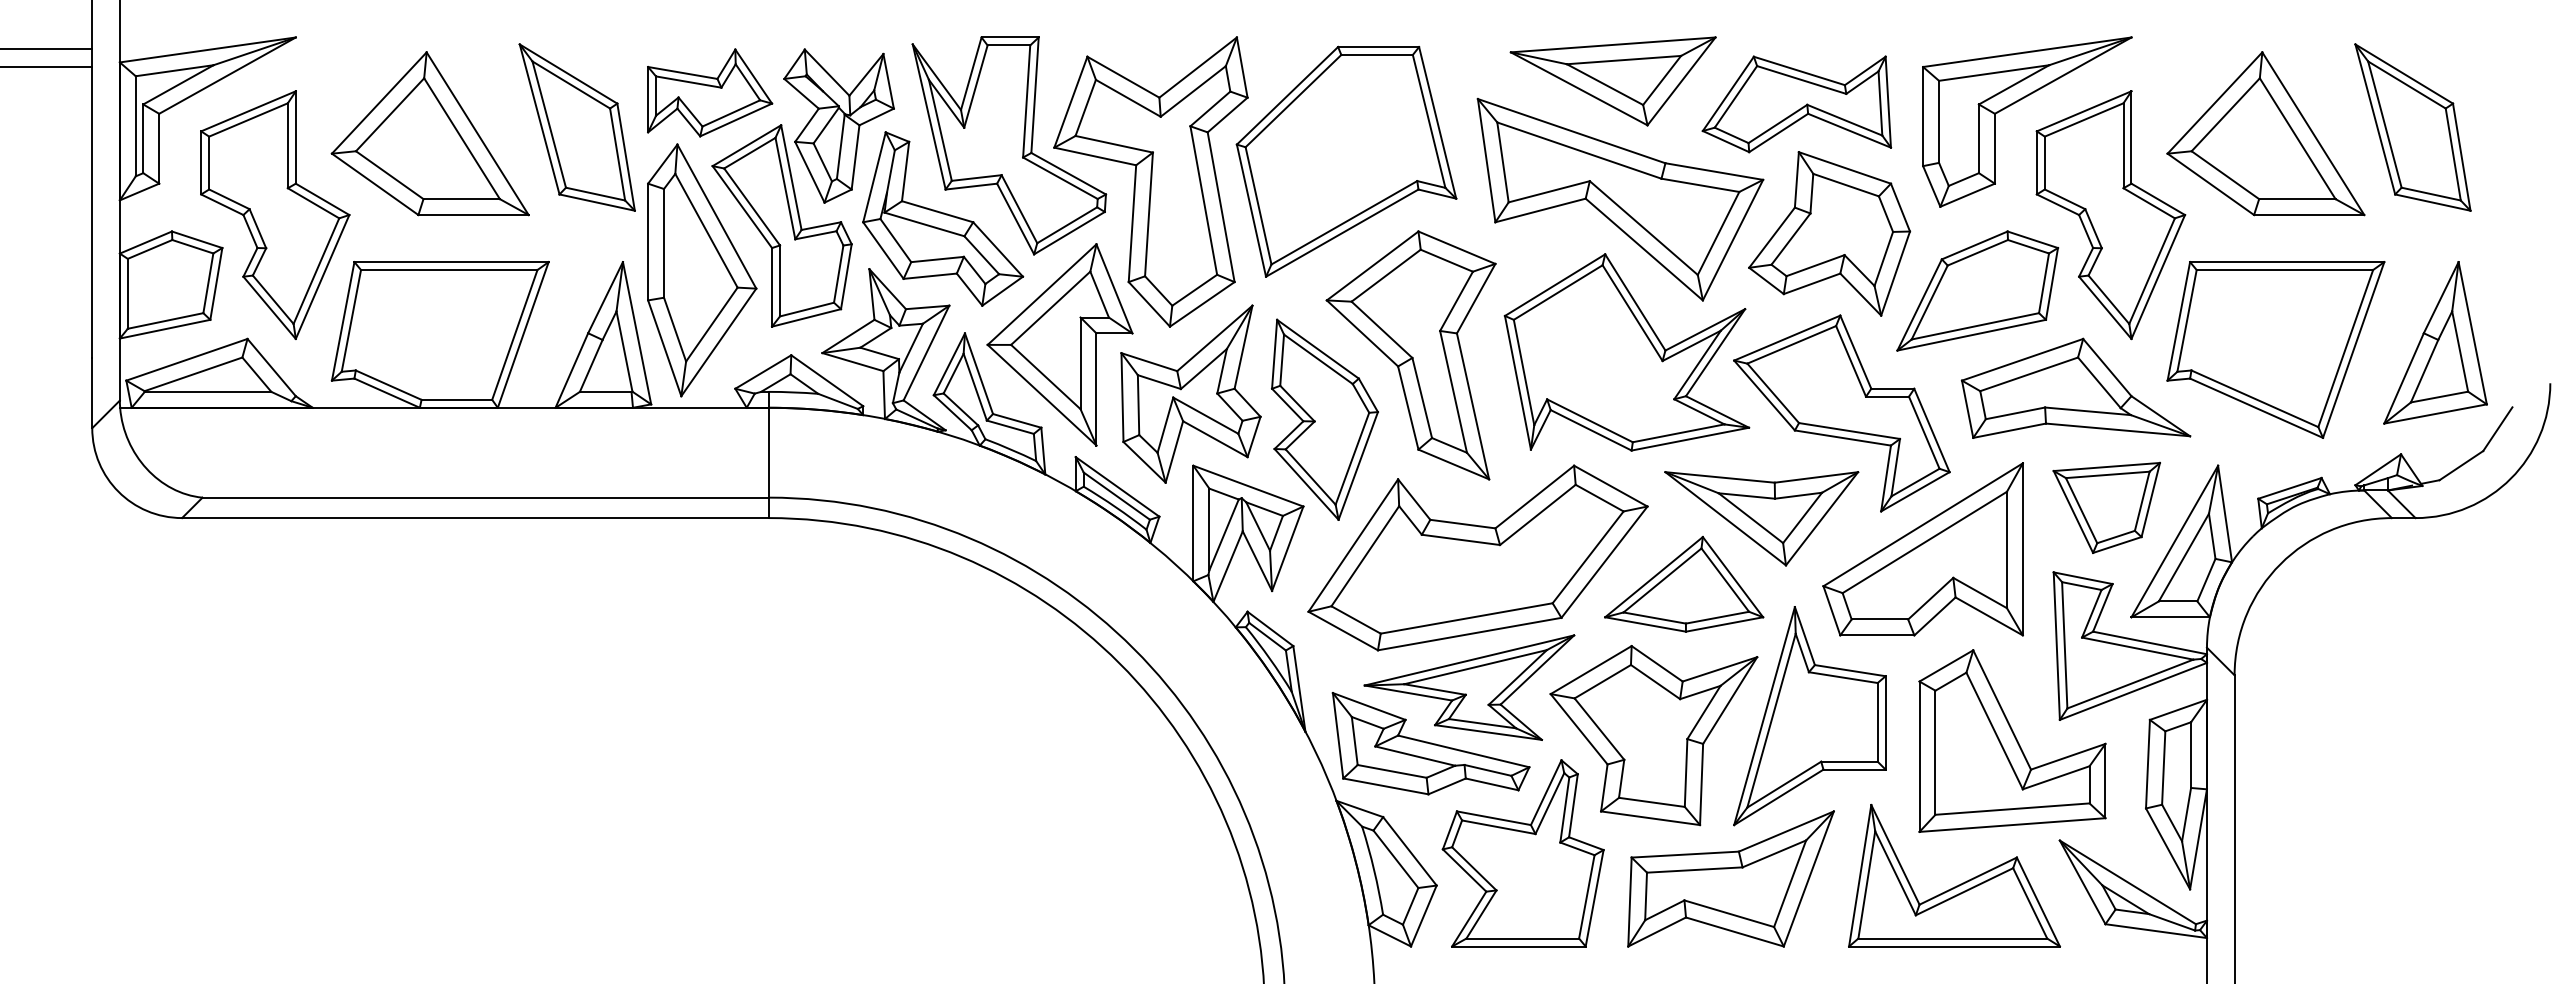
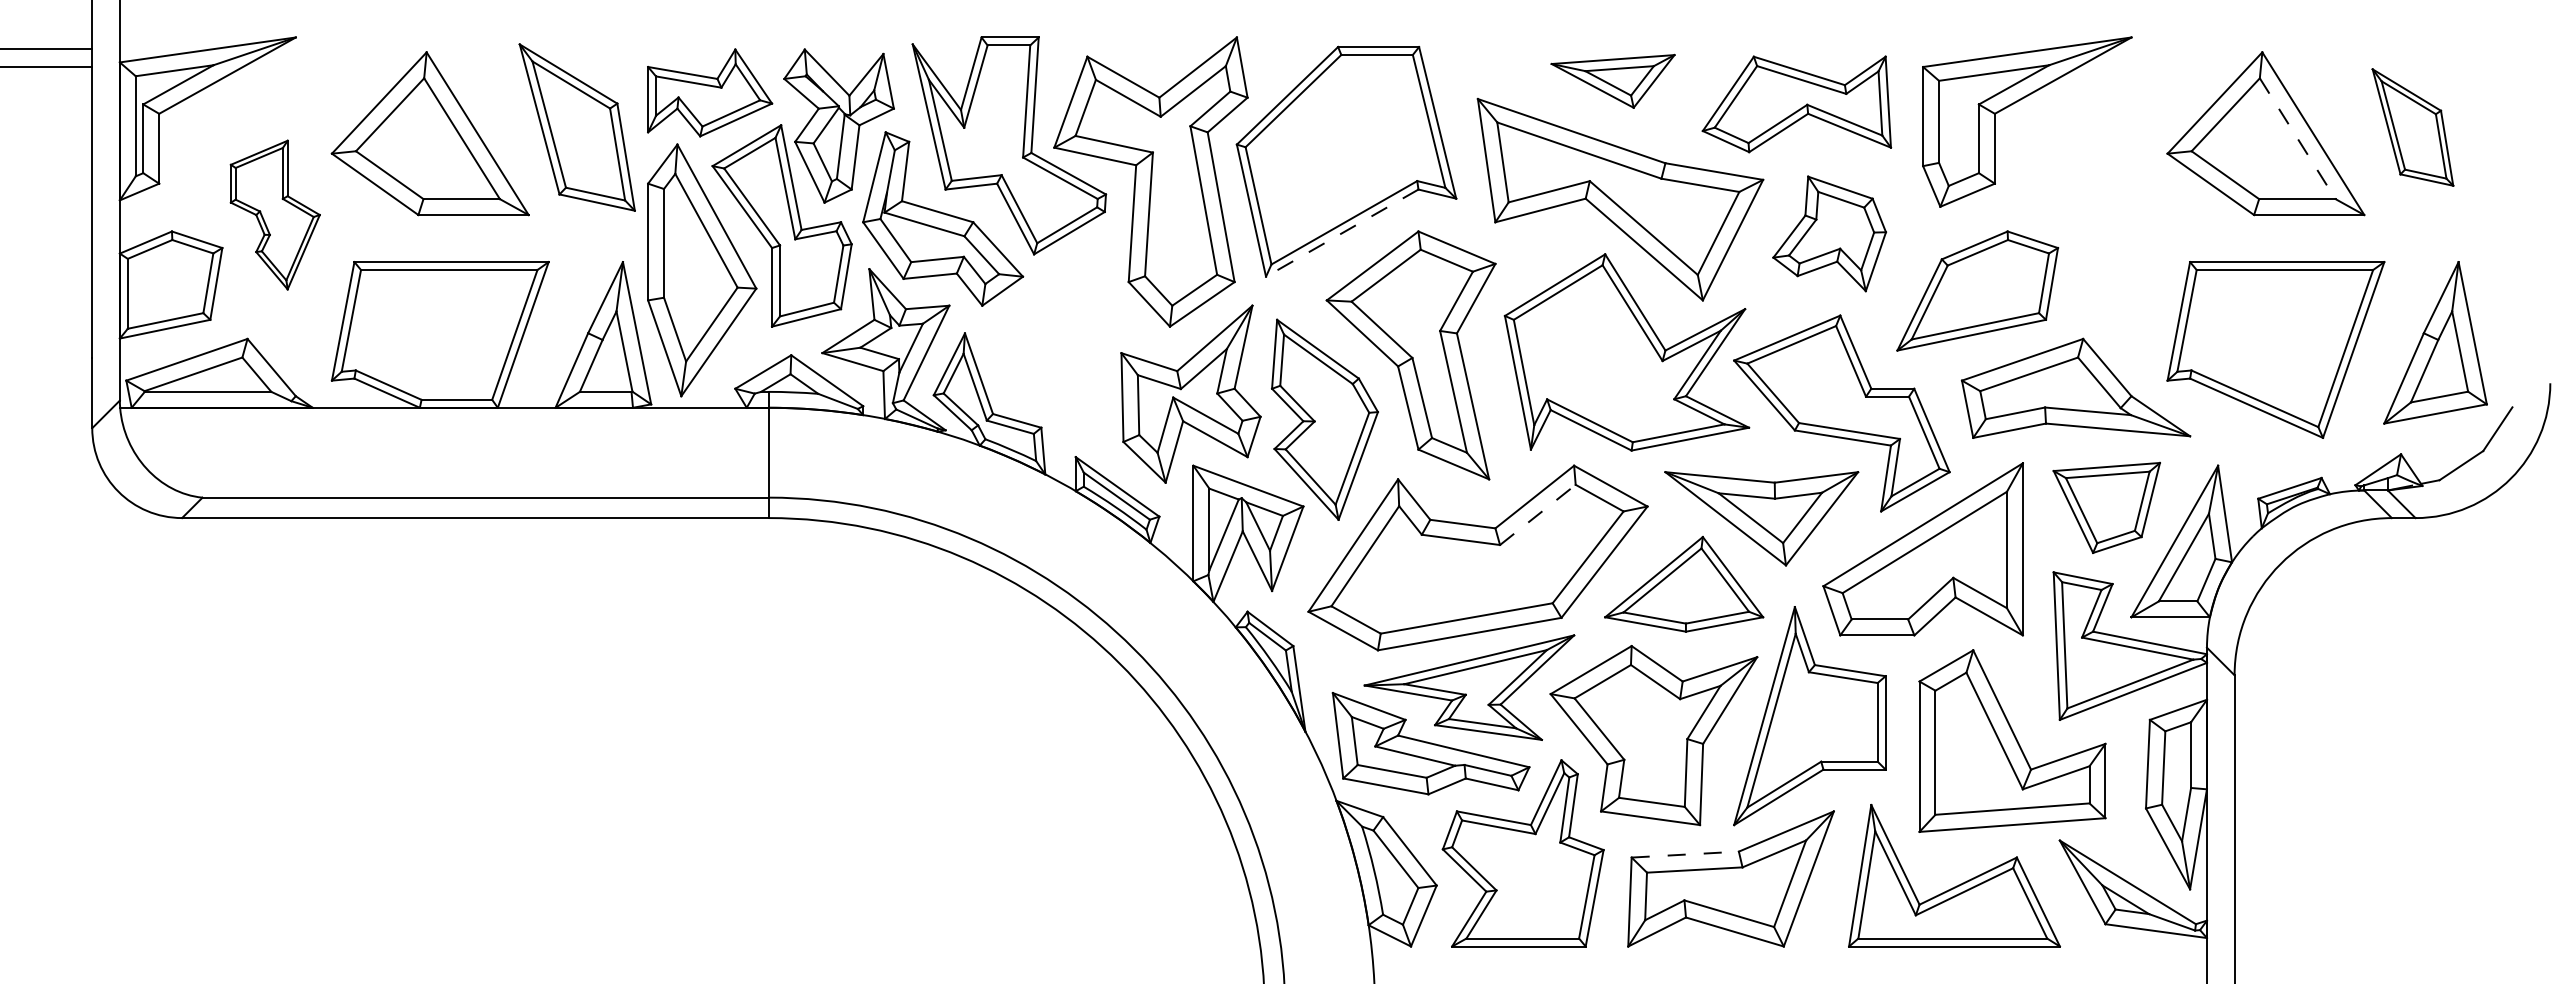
part at (1612, 81) size: 208x91 px -> 126x56 px
part at (2412, 127) size: 118x169 px -> 84x119 px
line at (2297, 139): solid -> dashed
part at (275, 214) size: 151x250 px -> 92x152 px
part at (2110, 215): present -> none
line at (1342, 233): solid -> dashed
part at (1829, 233) size: 164x166 px -> 116x118 px
part at (1059, 344): present -> none
line at (1538, 514): solid -> dashed
line at (1685, 854): solid -> dashed
